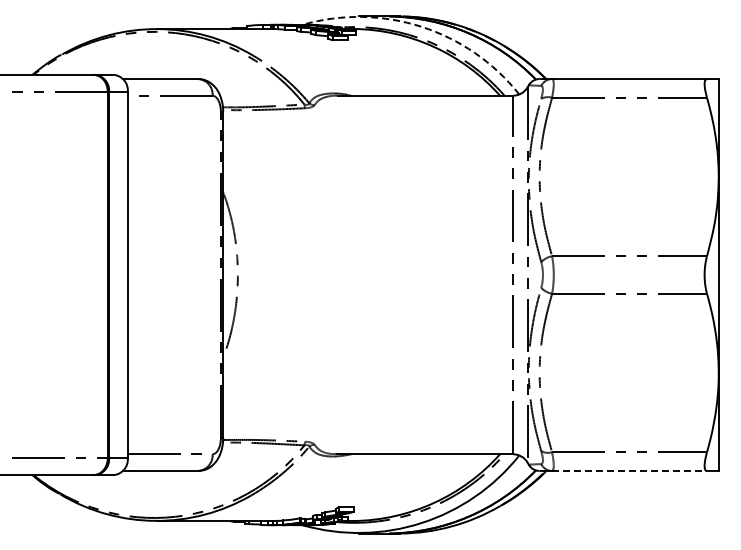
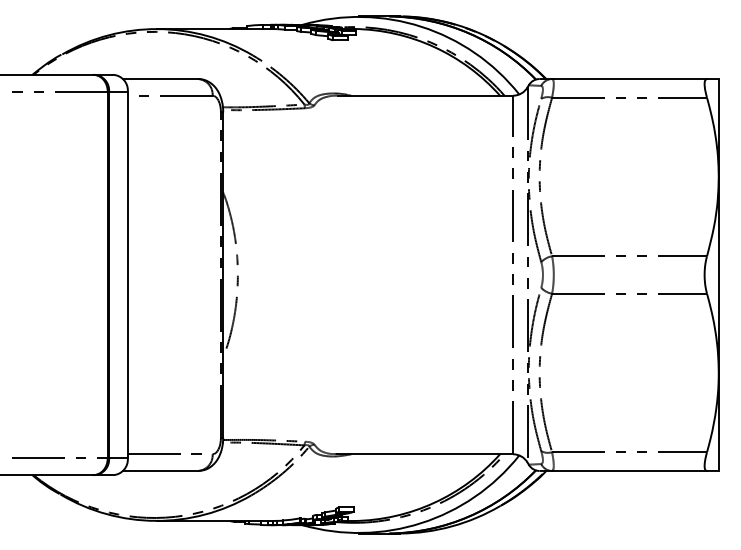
arc at (421, 26): dashed -> solid
line at (630, 470): dashed -> solid
